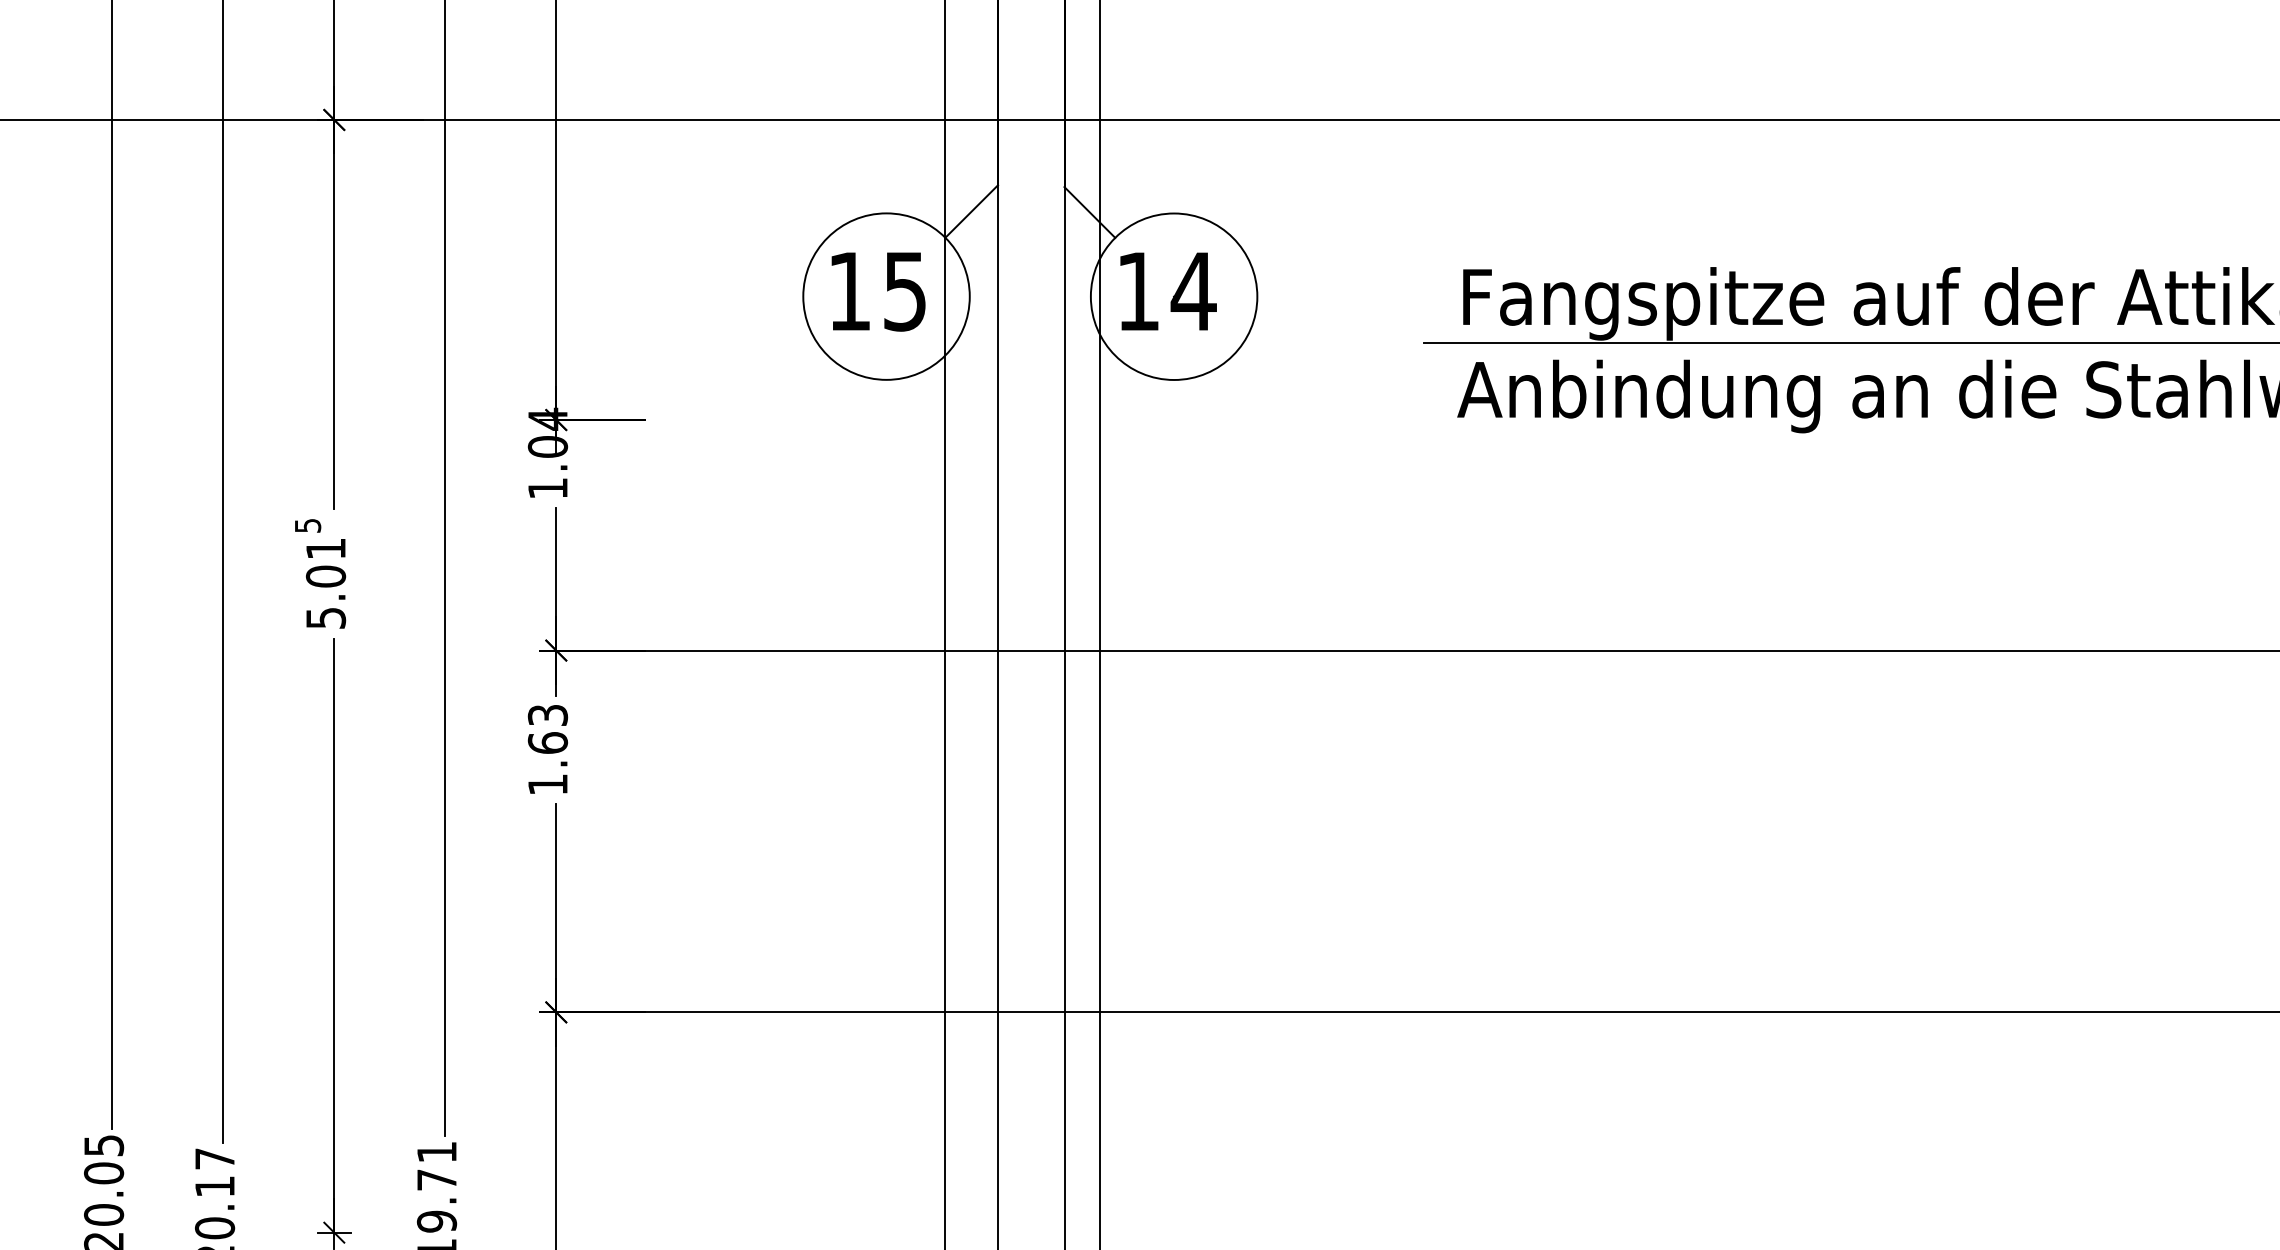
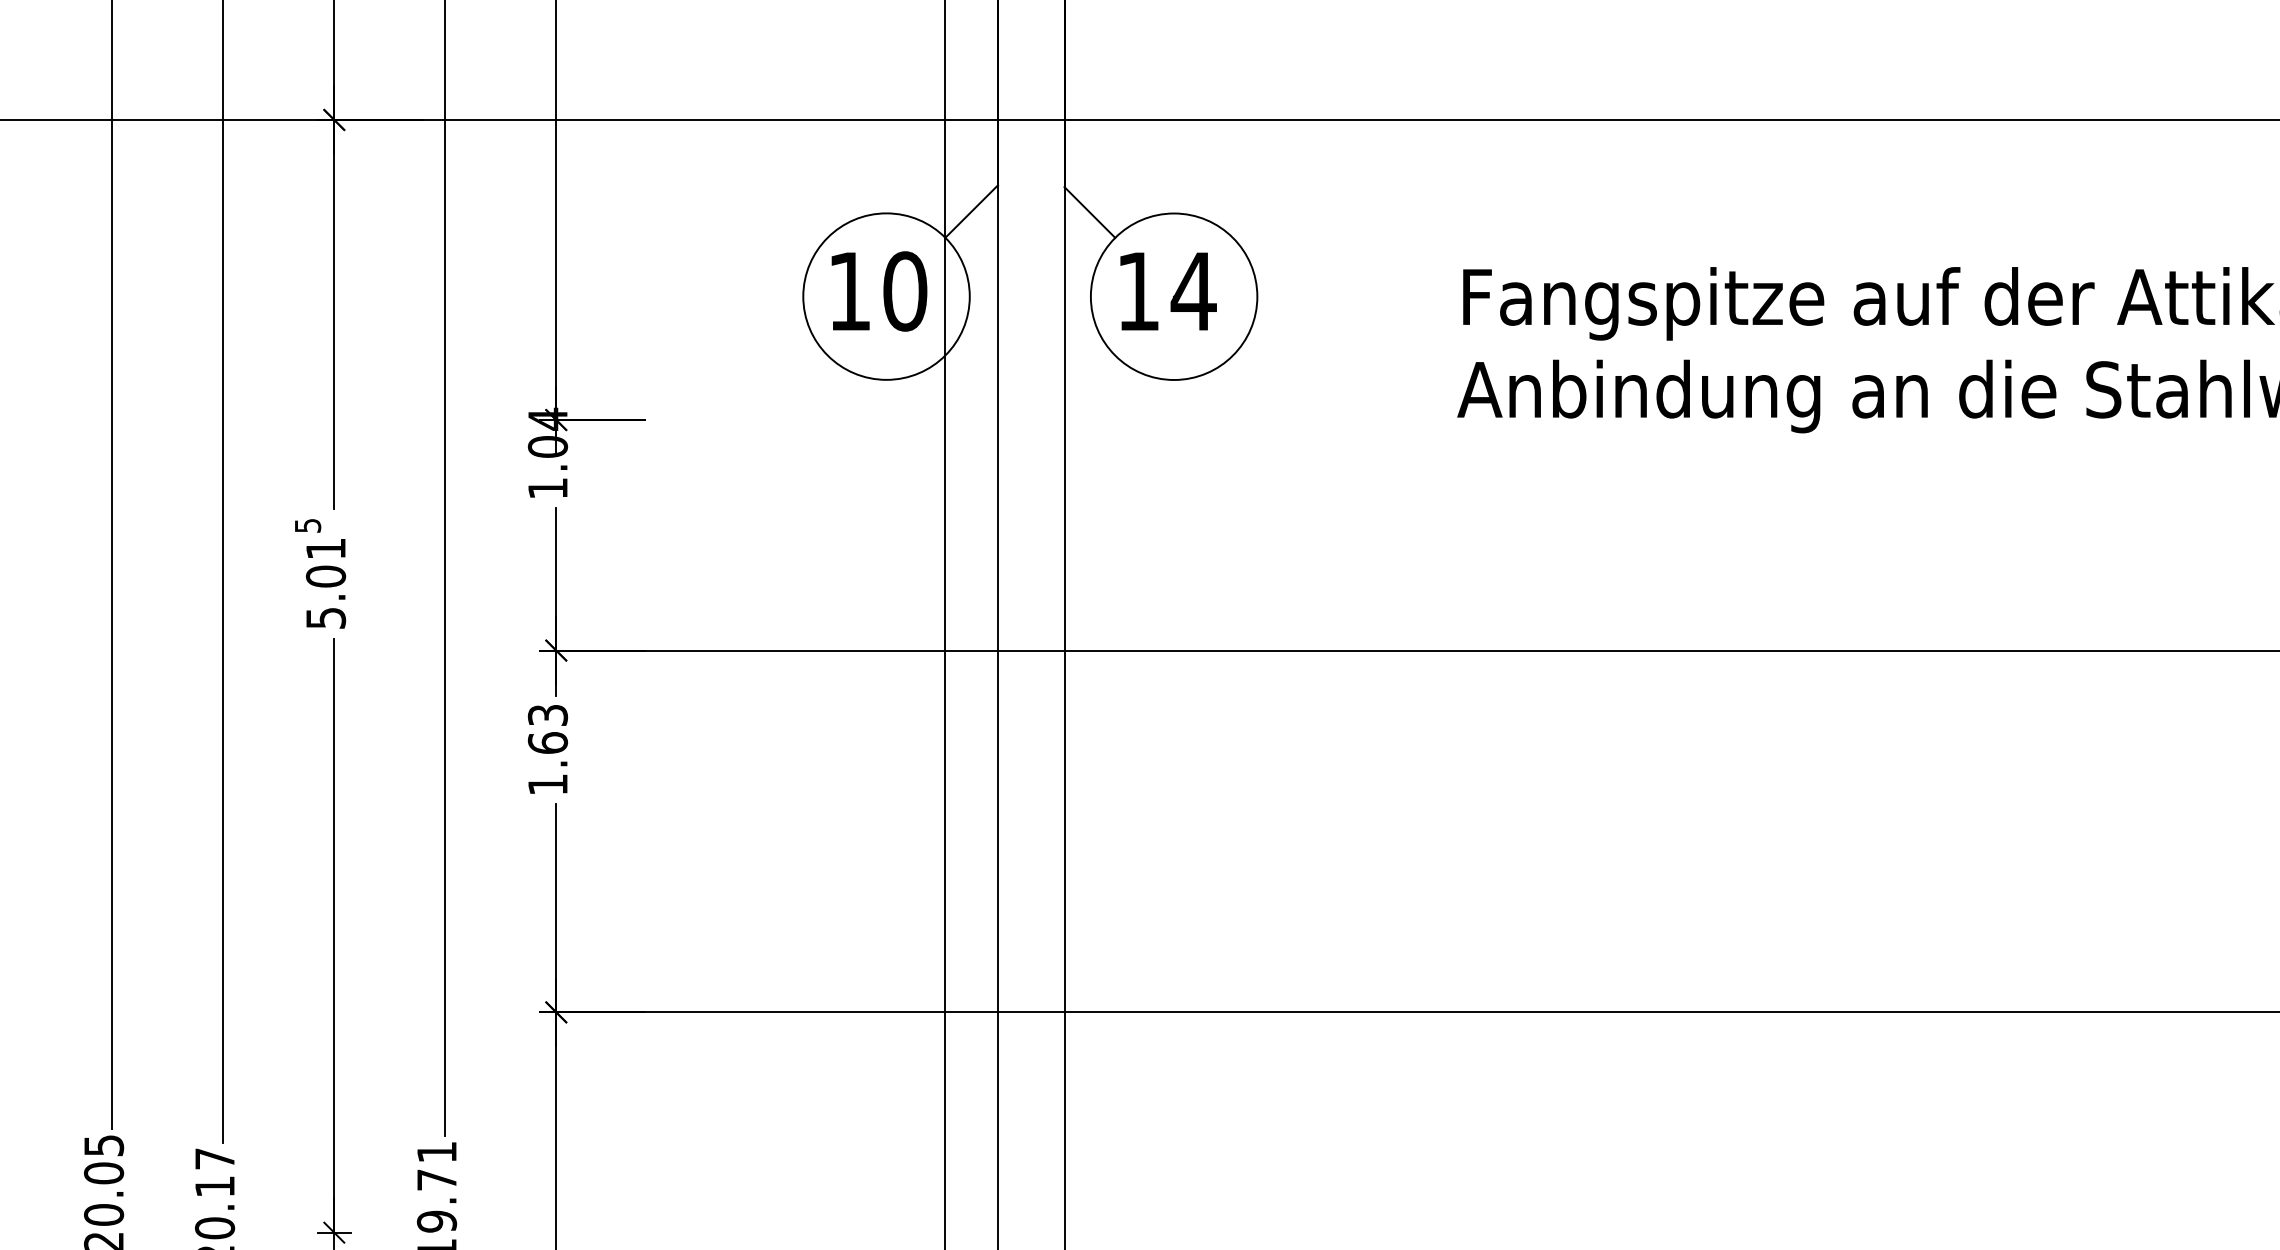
text at (905, 291): 15 -> 10
line at (1849, 343): present -> none
line at (1100, 624): present -> none
